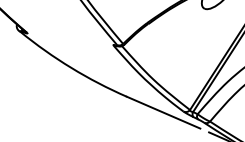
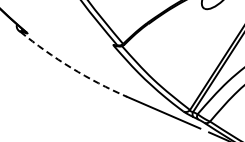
arc at (71, 67): solid -> dashed
